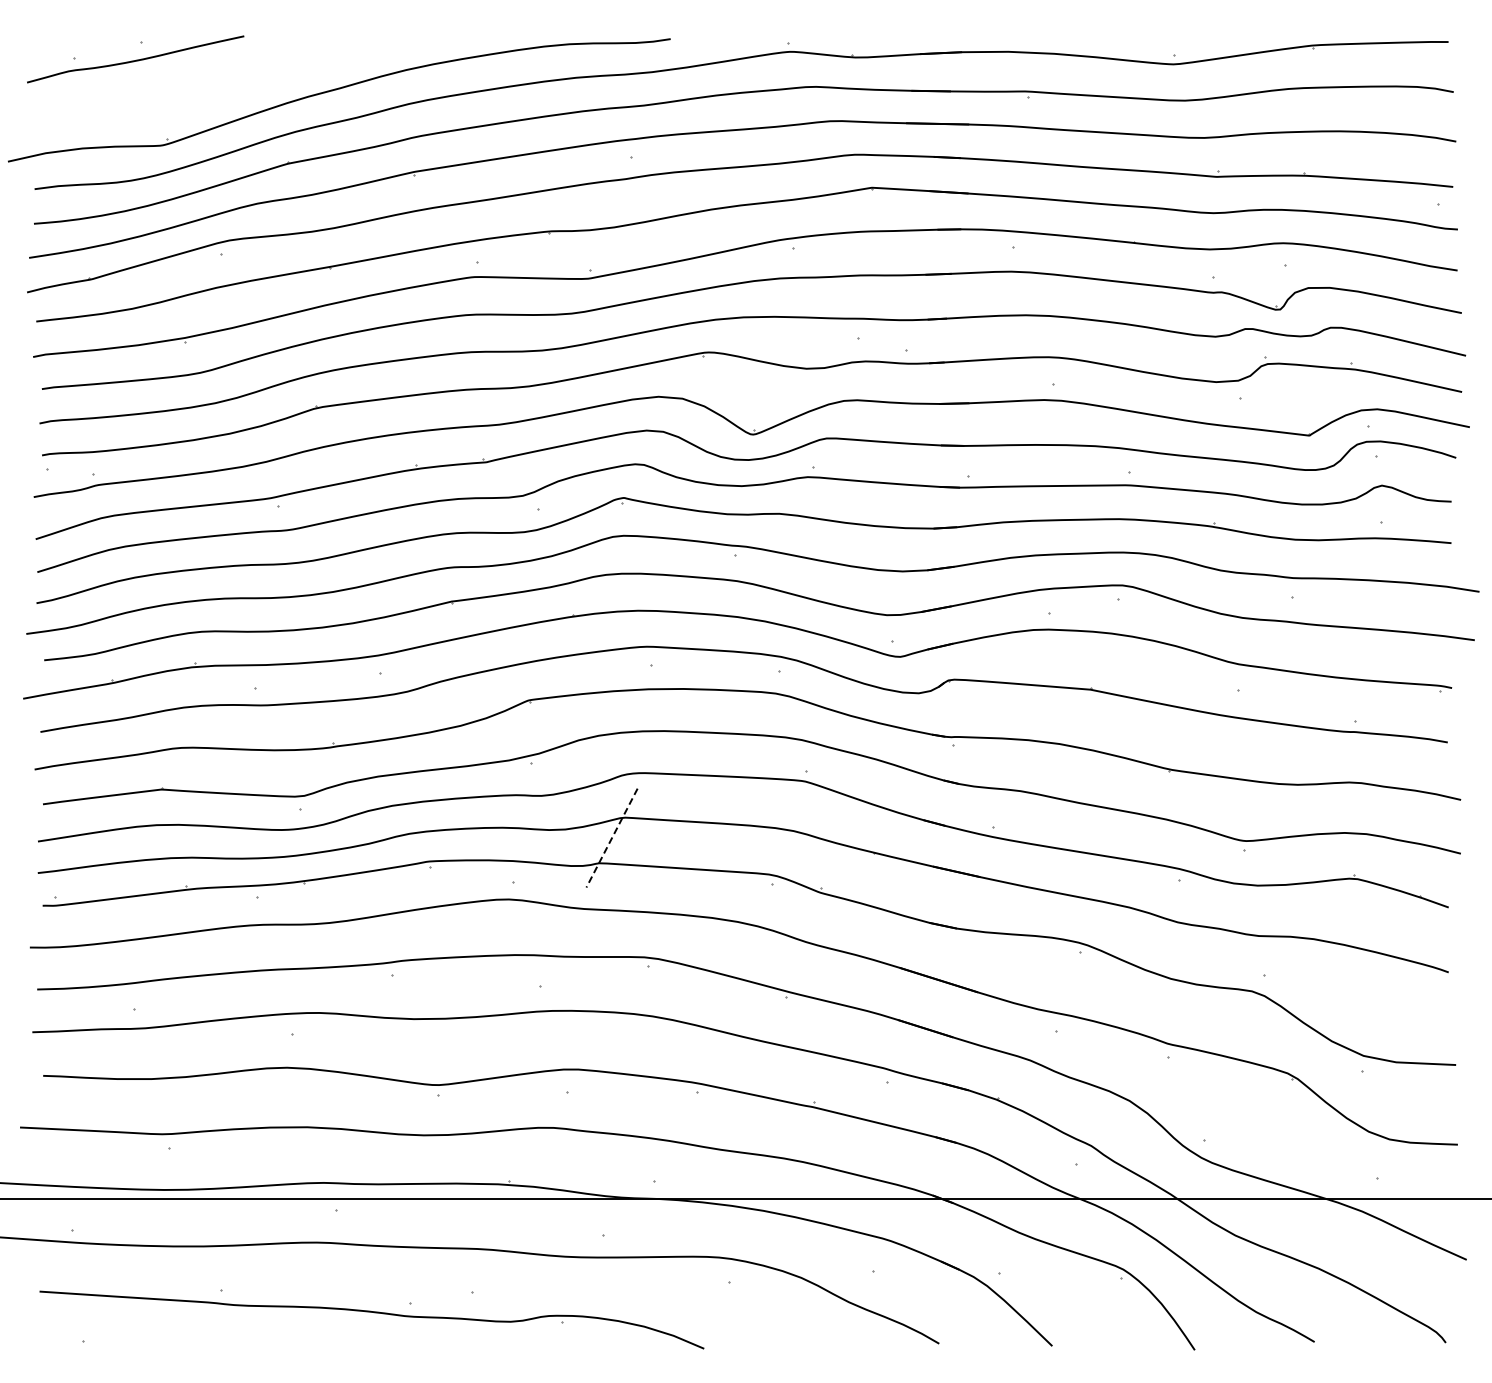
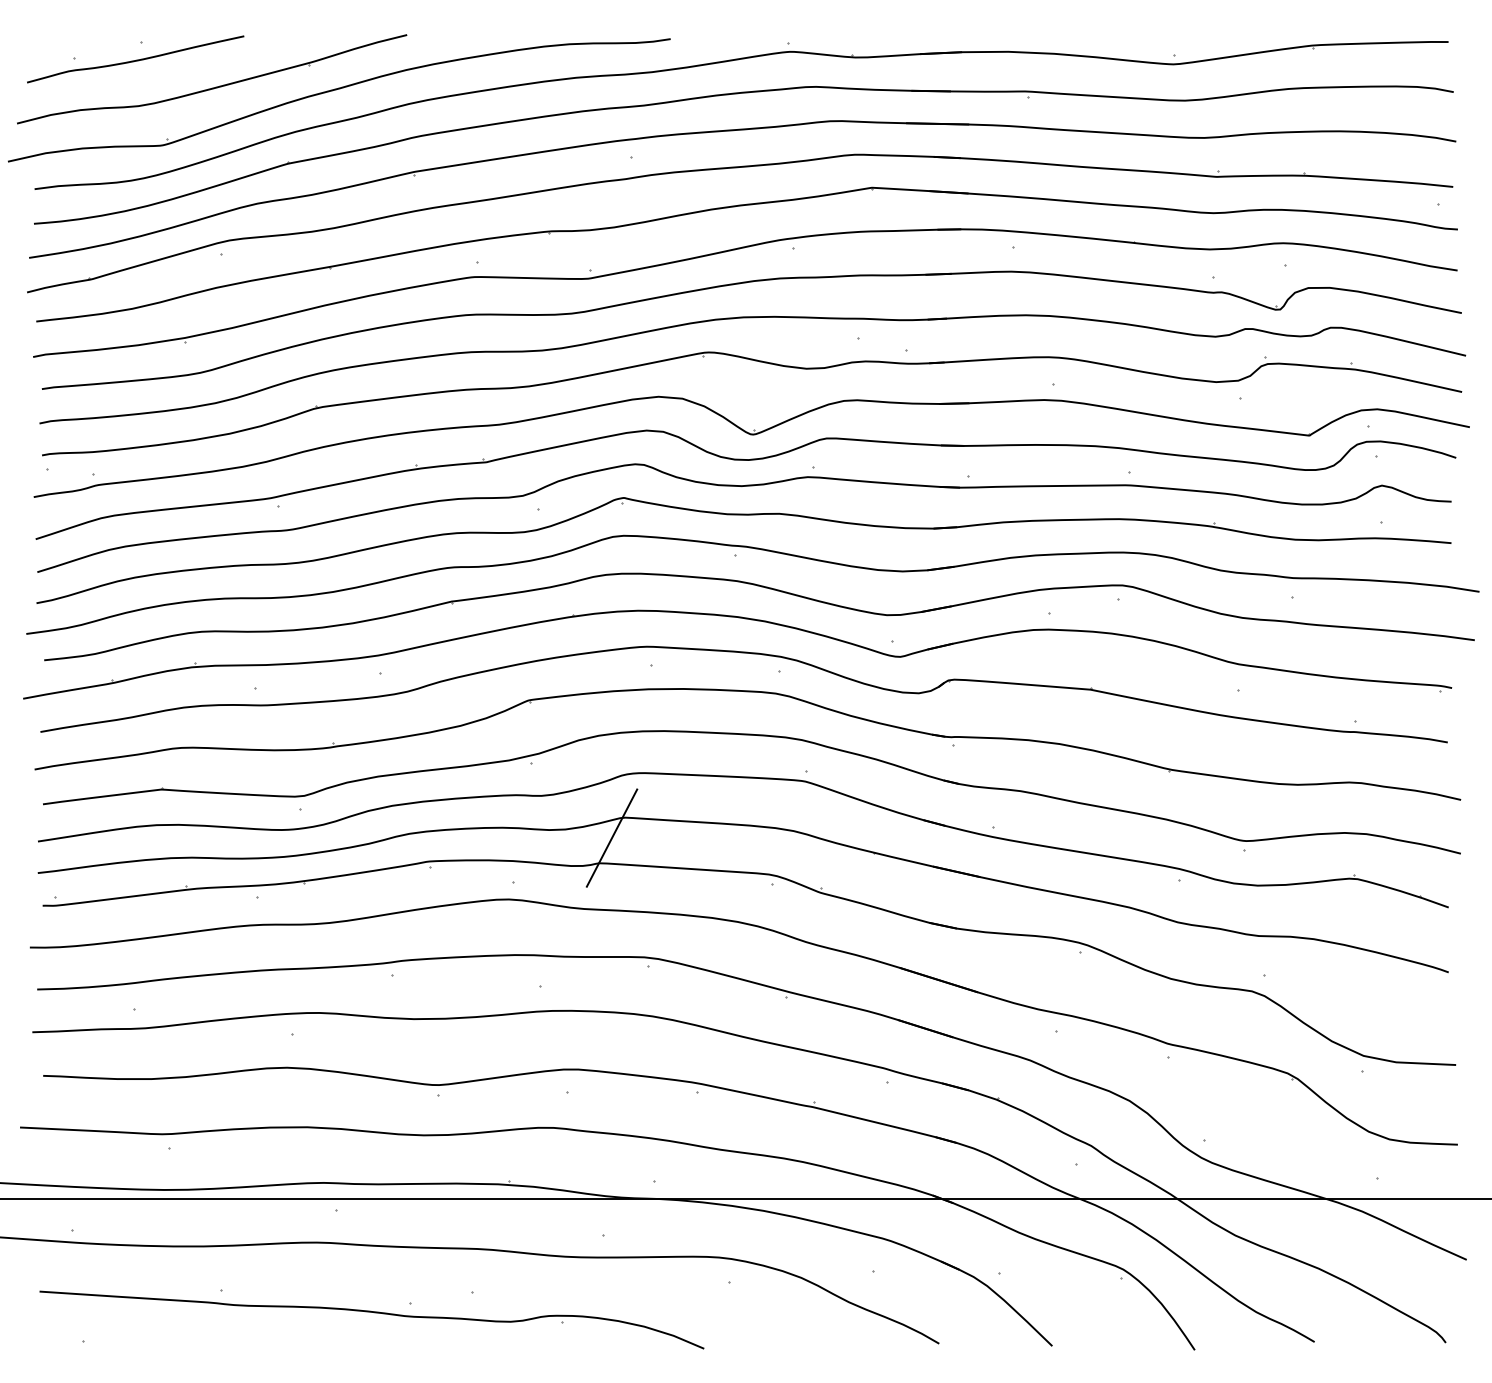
part at (215, 86): none -> present
line at (612, 838): dashed -> solid
